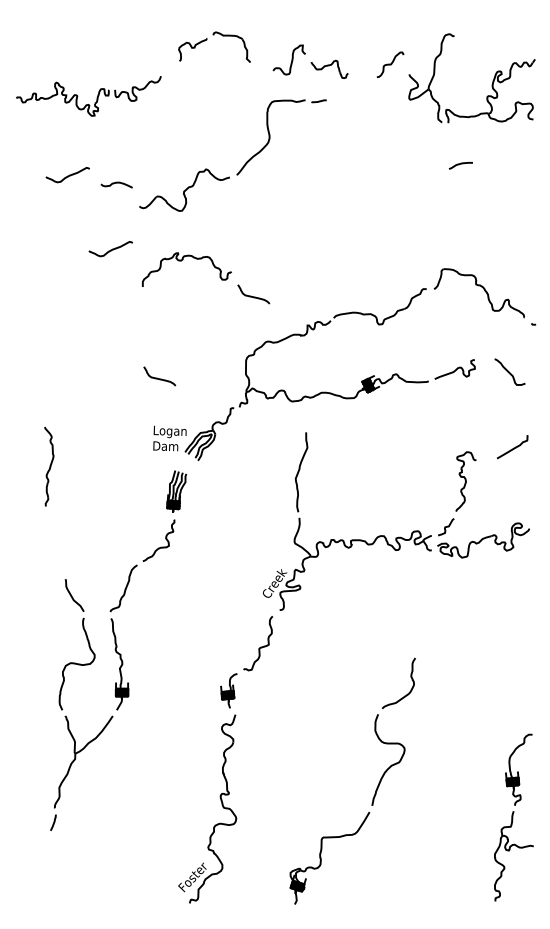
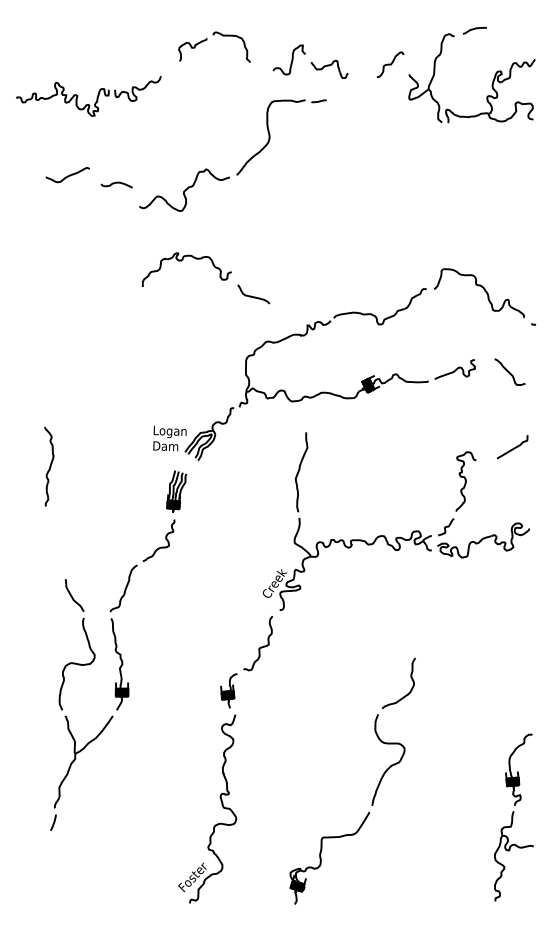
curve at (460, 164) position: (460, 164) -> (474, 29)
curve at (110, 249): present -> none
curve at (159, 378): present -> none
